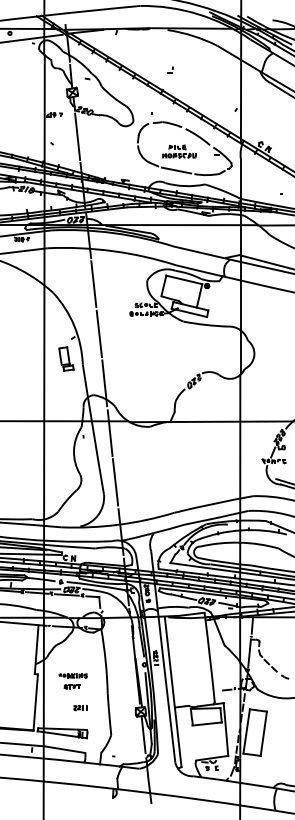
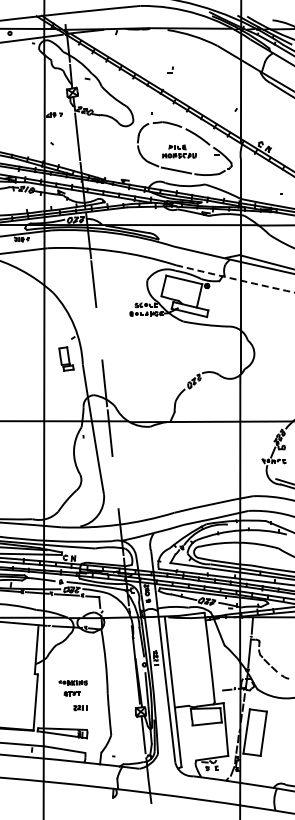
arc at (236, 279): solid -> dashed
line at (98, 333): present -> none
line at (115, 482): present -> none
part at (72, 681) position: (72, 681) -> (72, 688)
